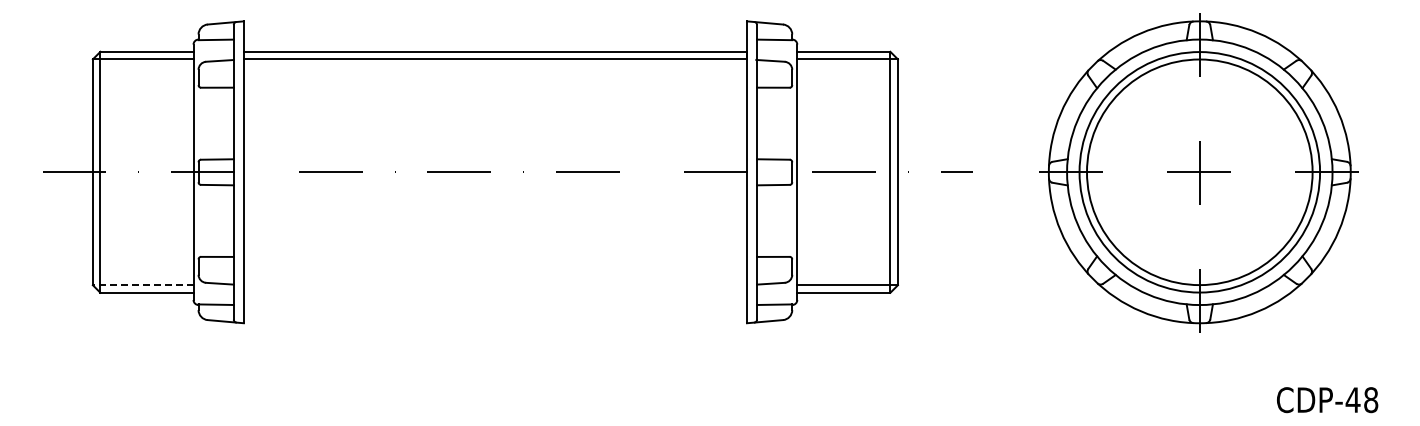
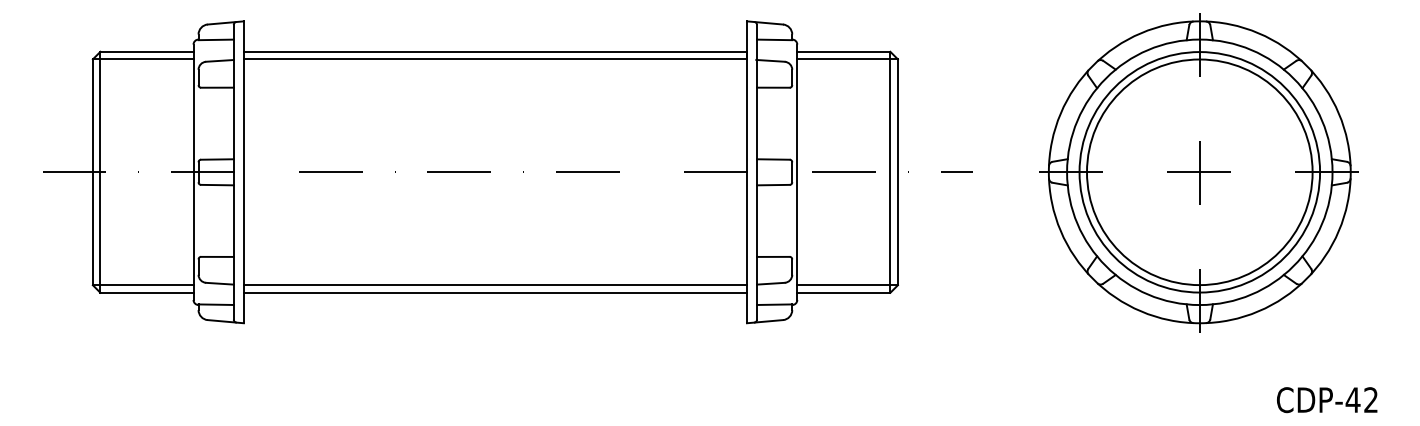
line at (142, 285): dashed -> solid
line at (494, 285): none -> present
line at (494, 292): none -> present
text at (1371, 400): CDP-48 -> CDP-42
